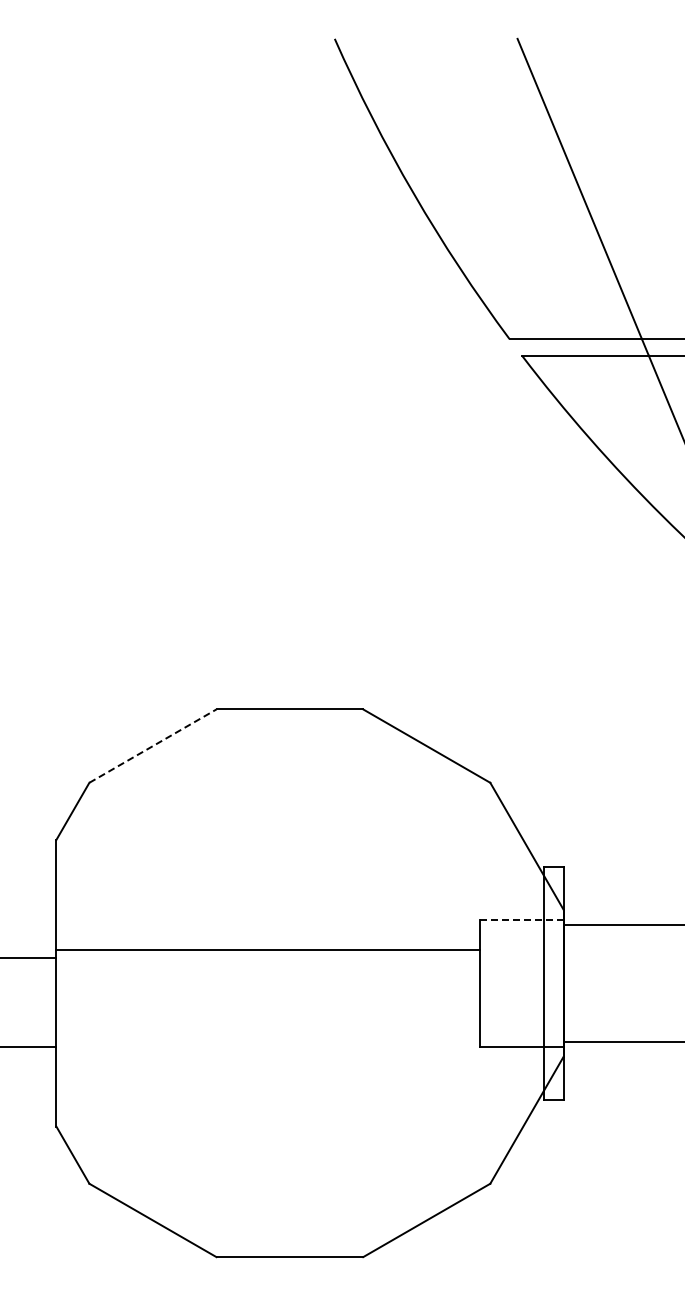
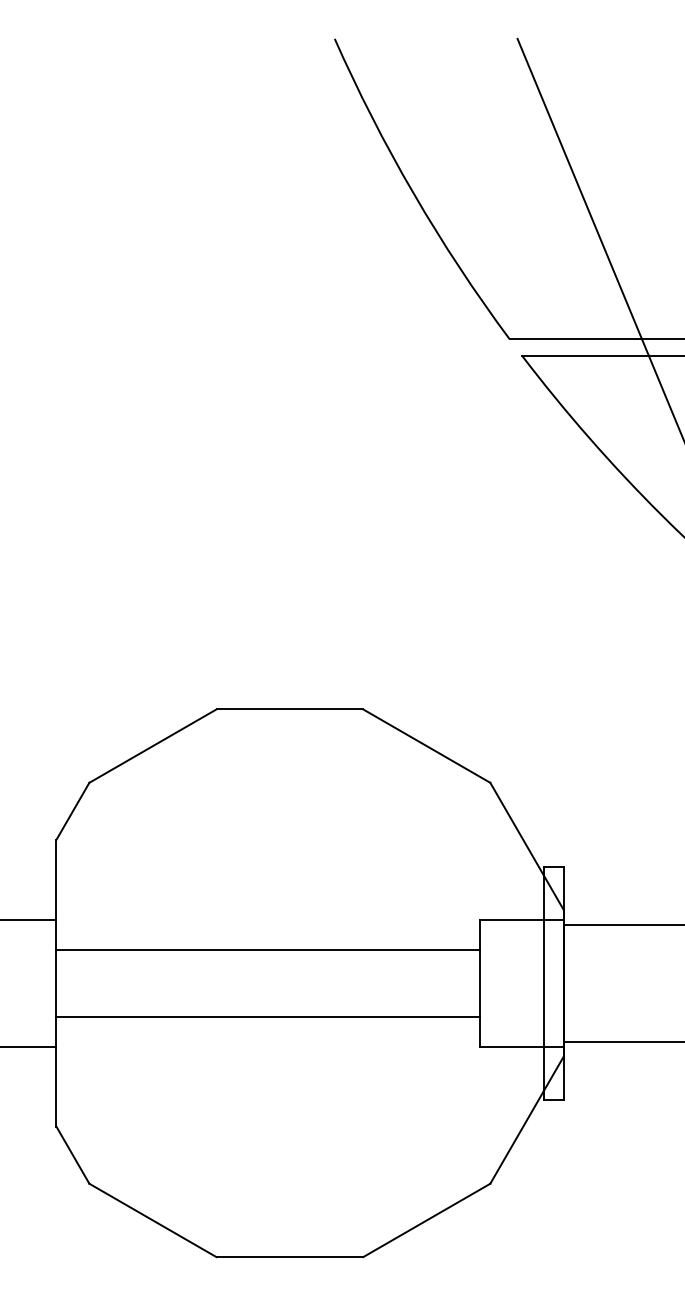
line at (153, 745): dashed -> solid
line at (522, 919): dashed -> solid
line at (29, 957) position: (29, 957) -> (29, 919)
line at (268, 1016): none -> present
